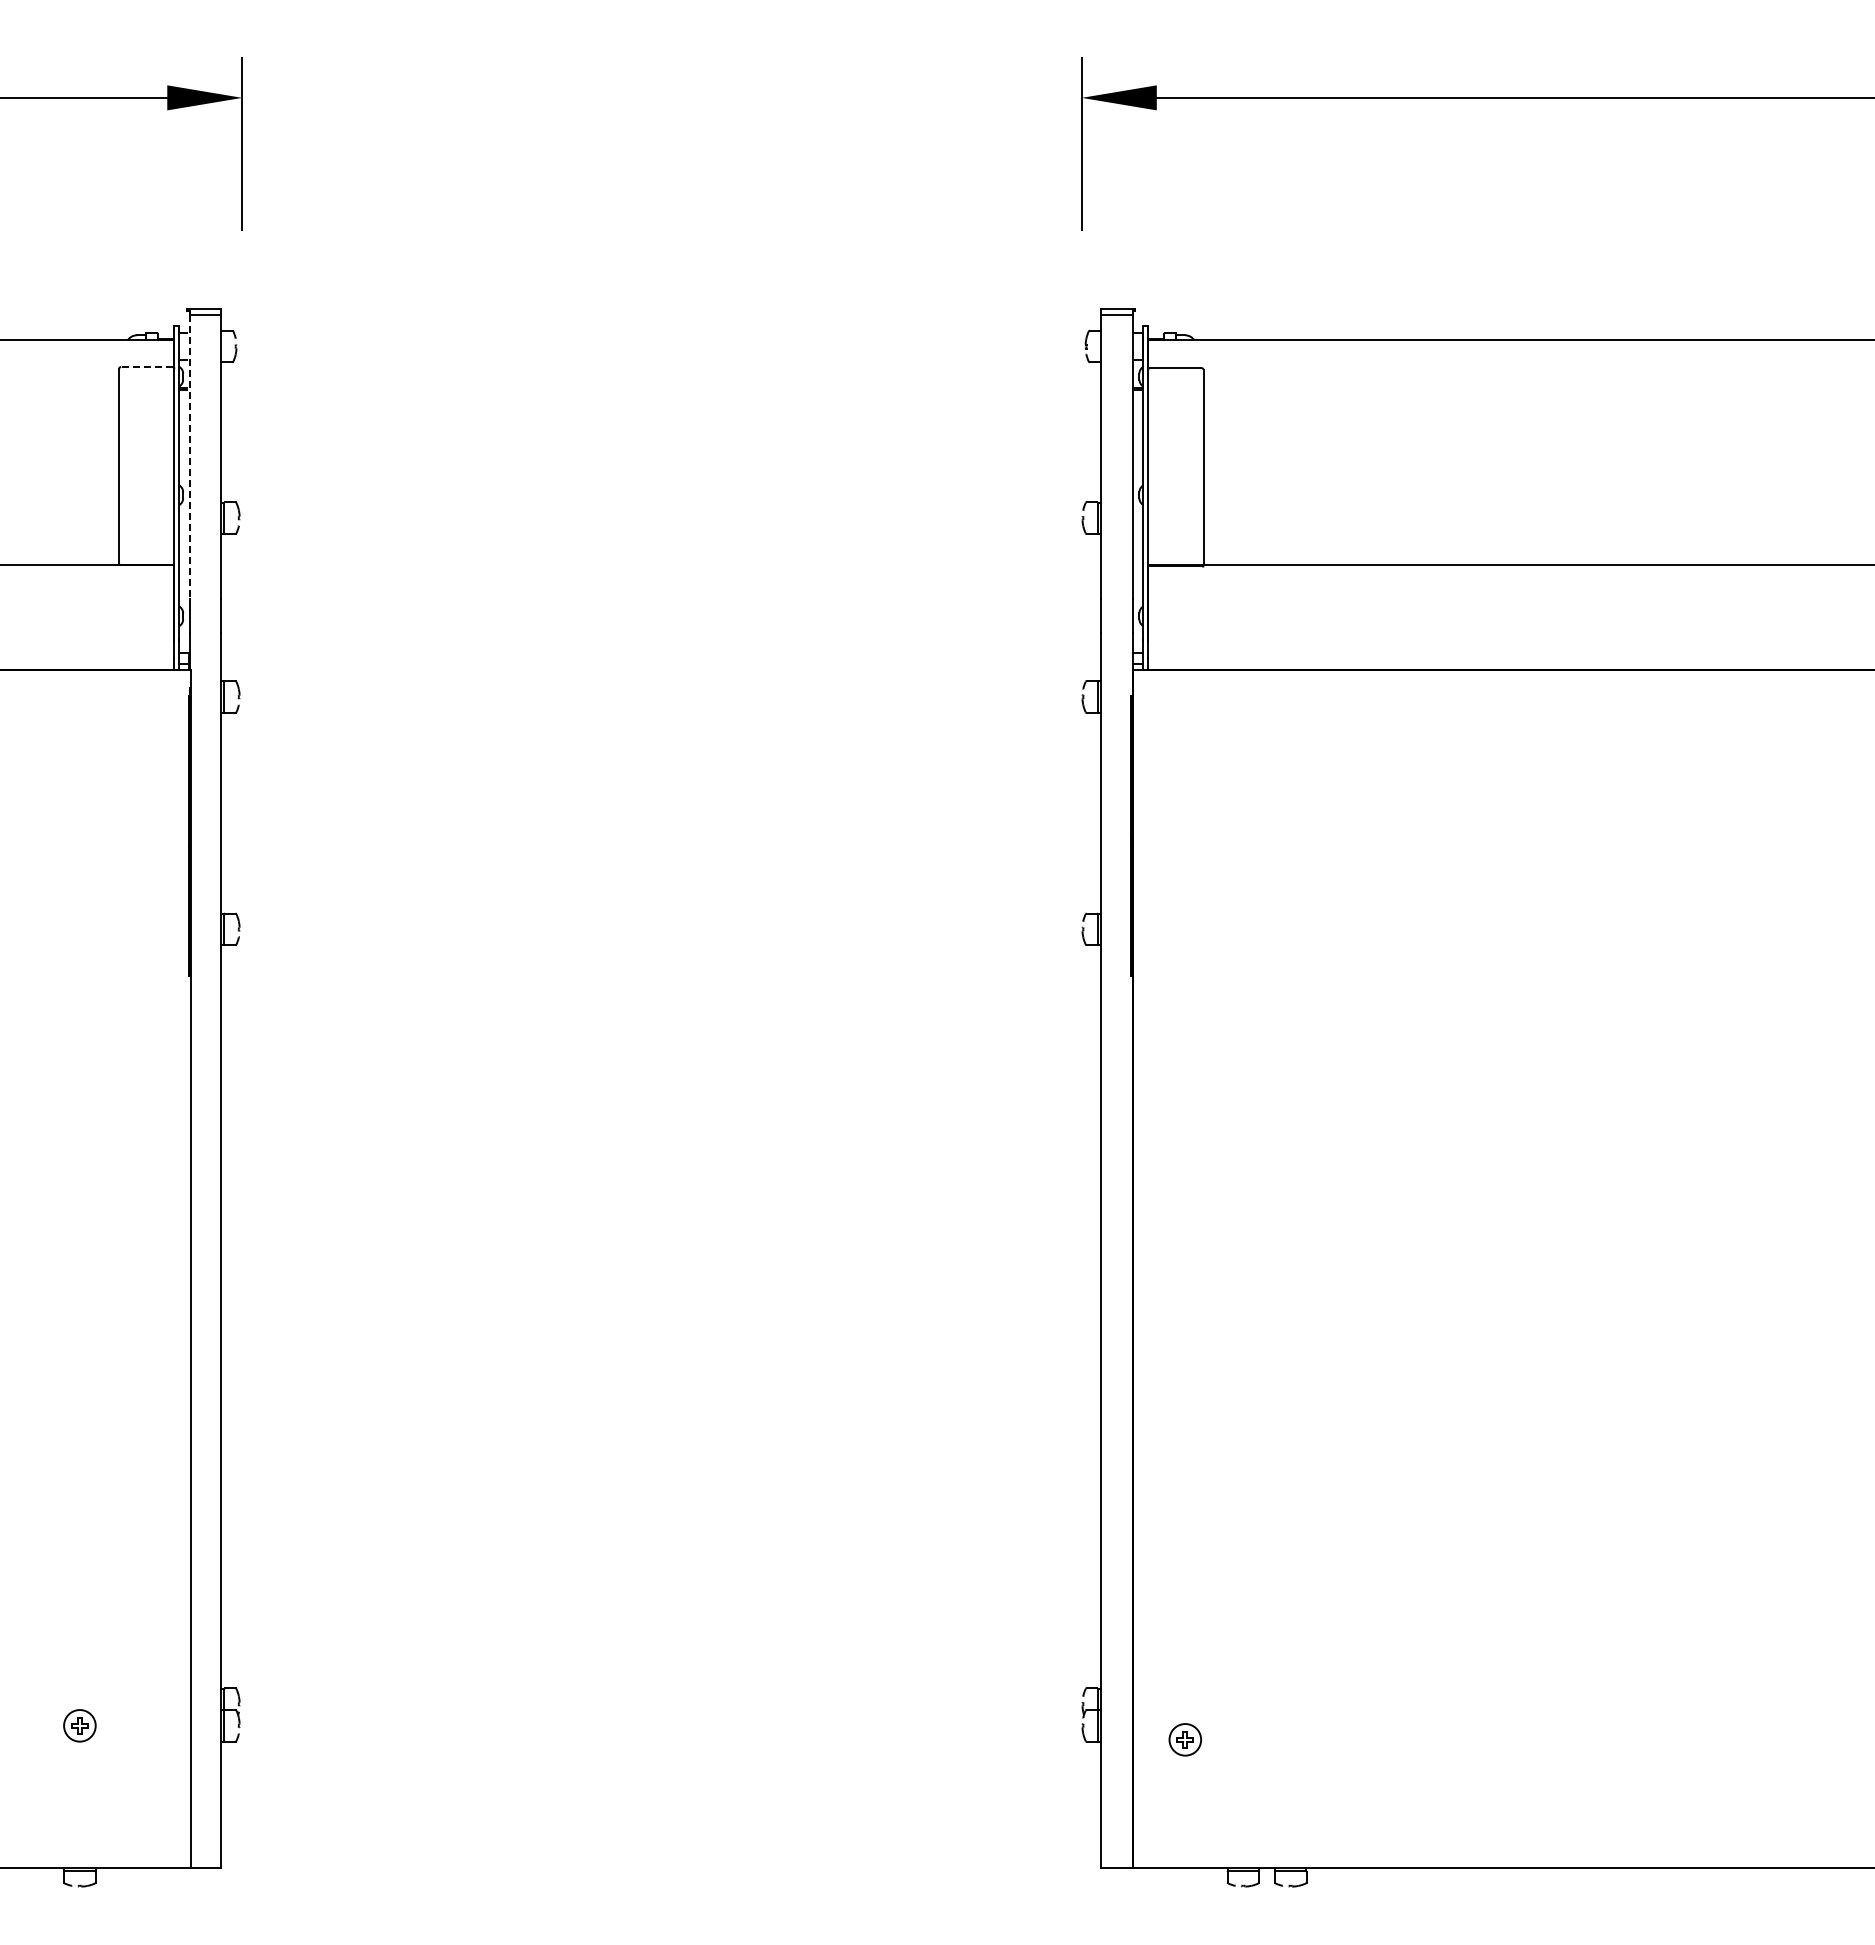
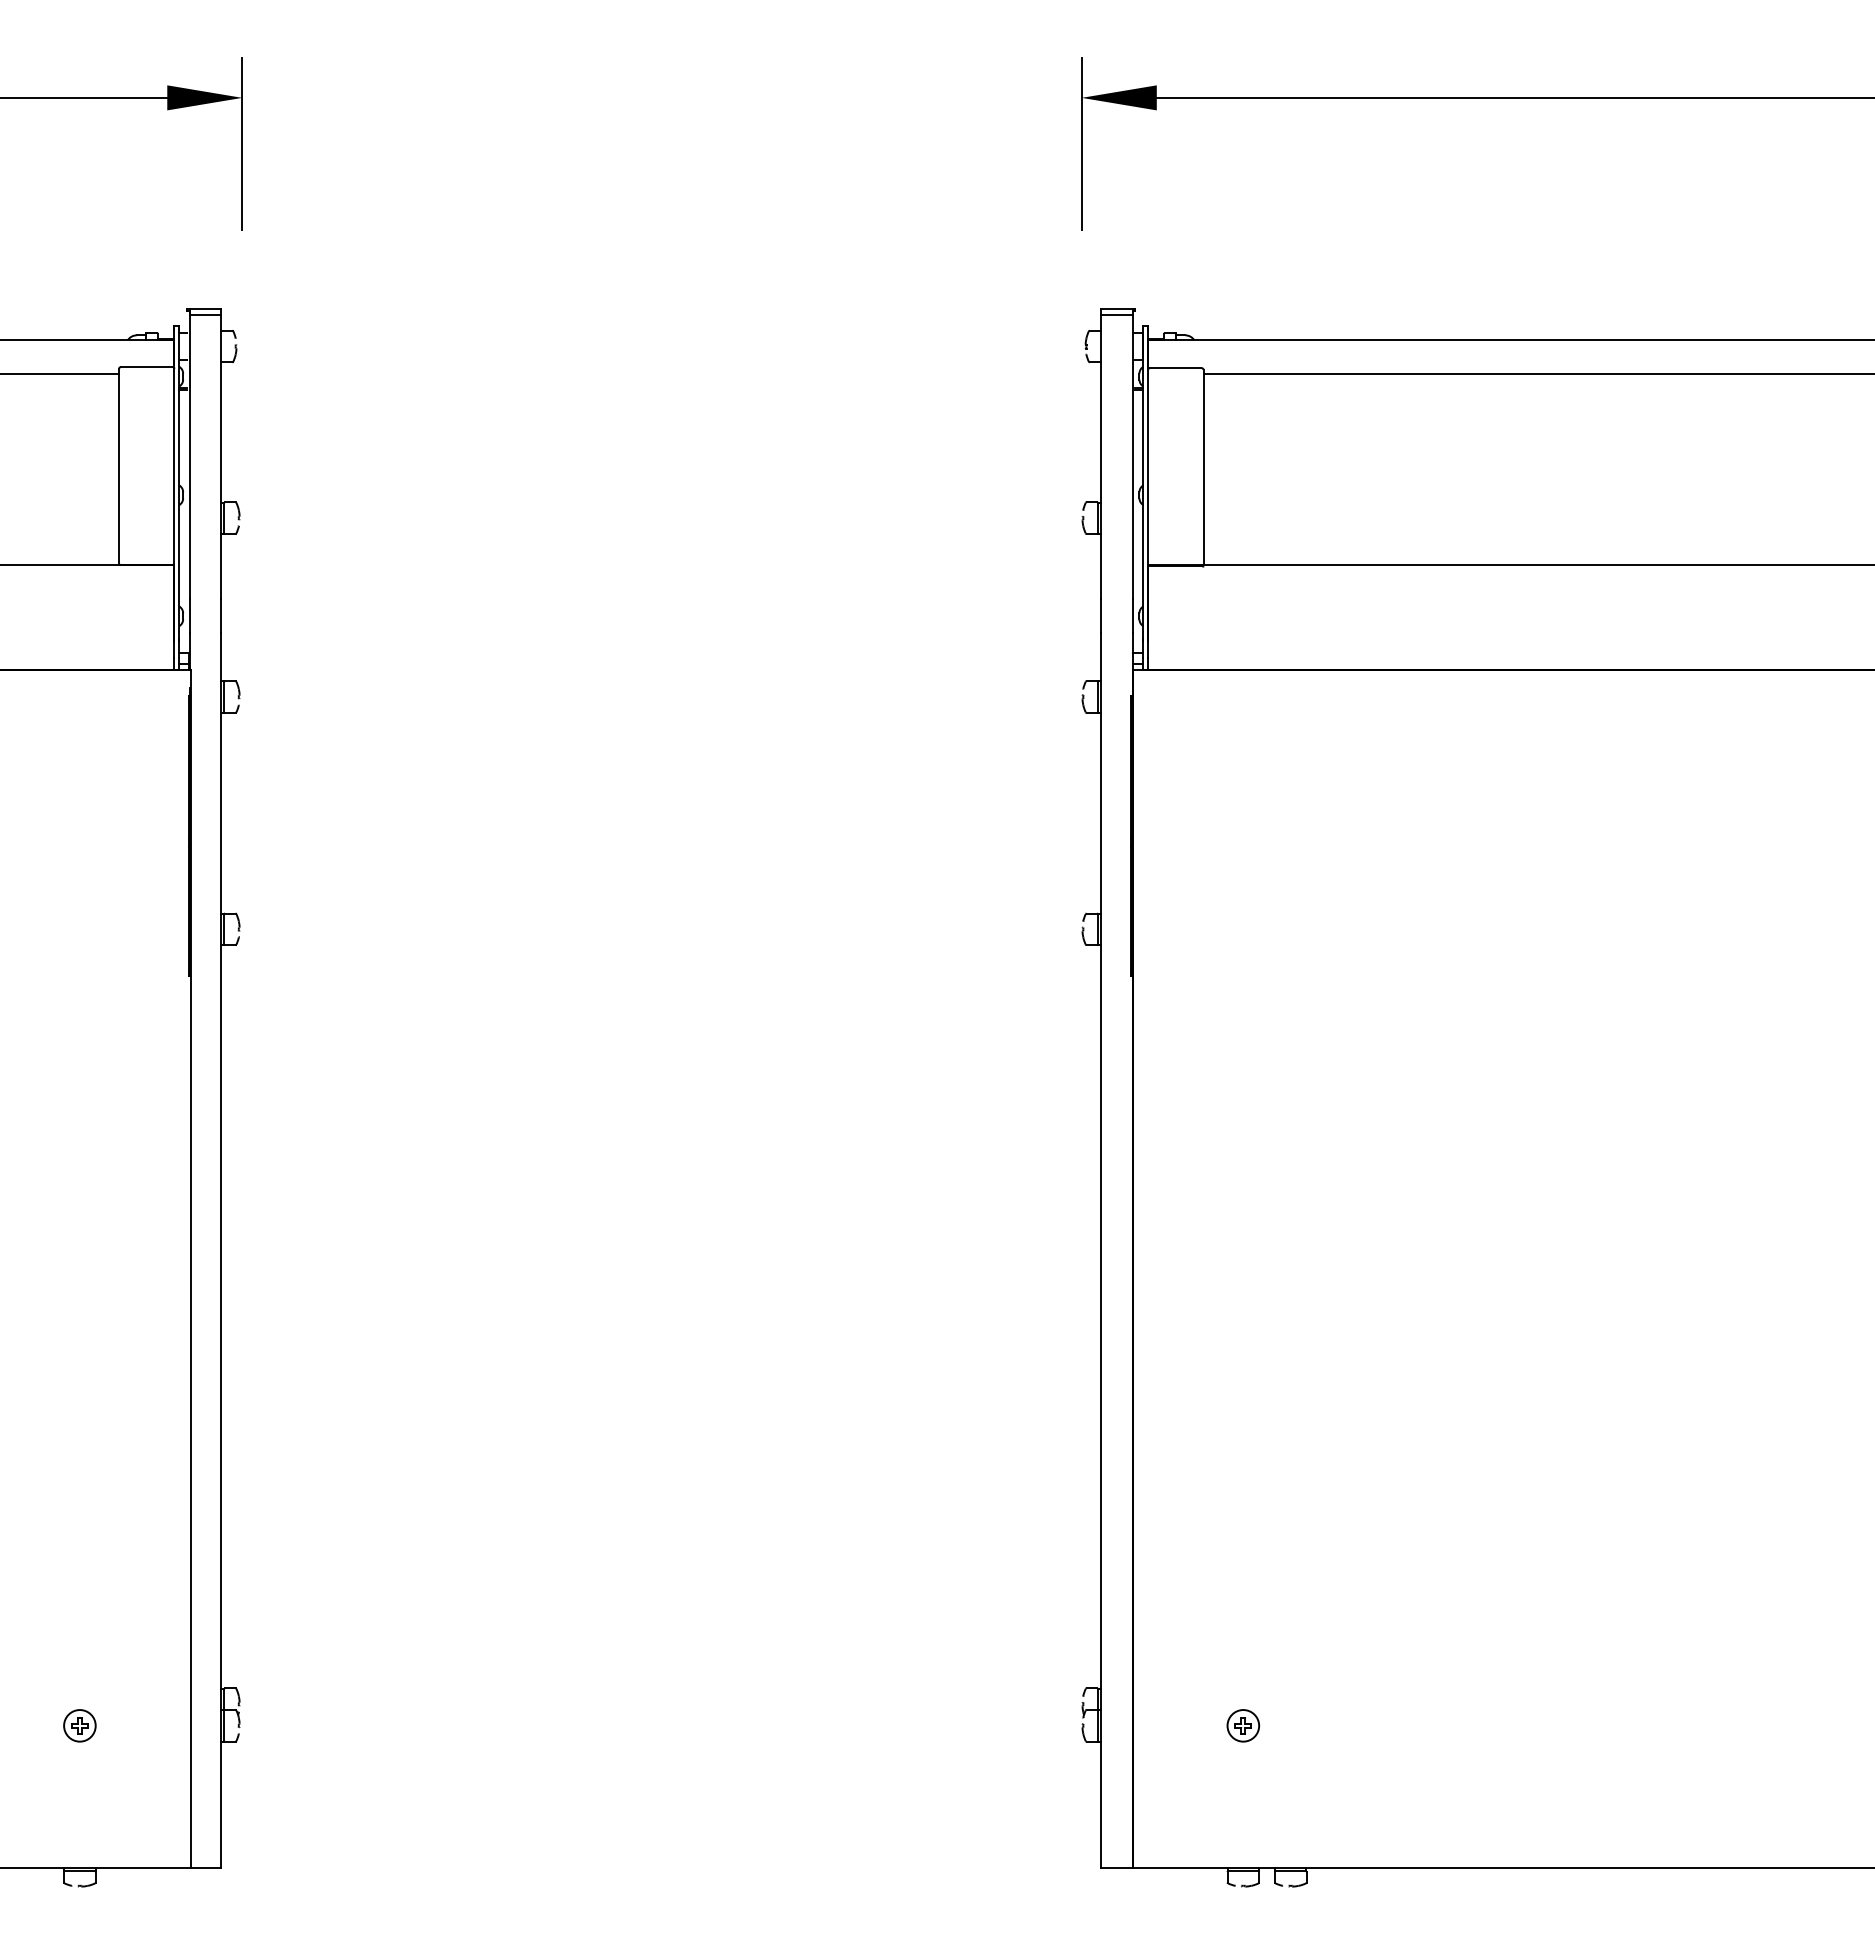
line at (146, 367): dashed -> solid
line at (60, 374): none -> present
line at (1537, 374): none -> present
line at (189, 457): dashed -> solid
part at (1184, 1739) position: (1184, 1739) -> (1242, 1725)
